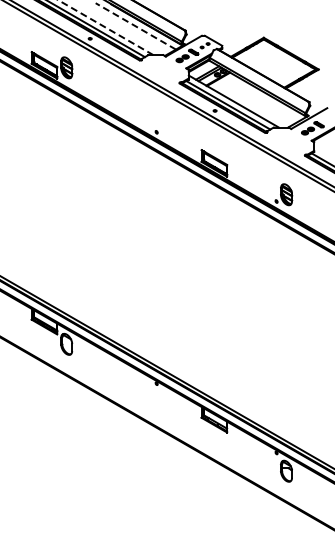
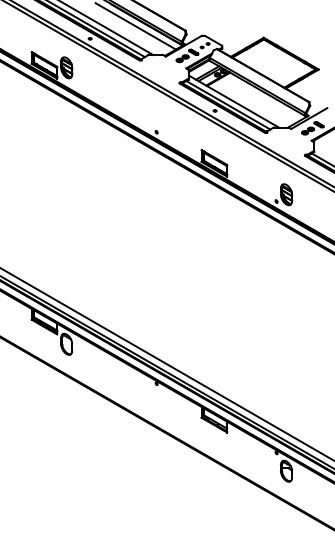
line at (135, 26): dashed -> solid
line at (105, 27): dashed -> solid
line at (166, 364): none -> present
